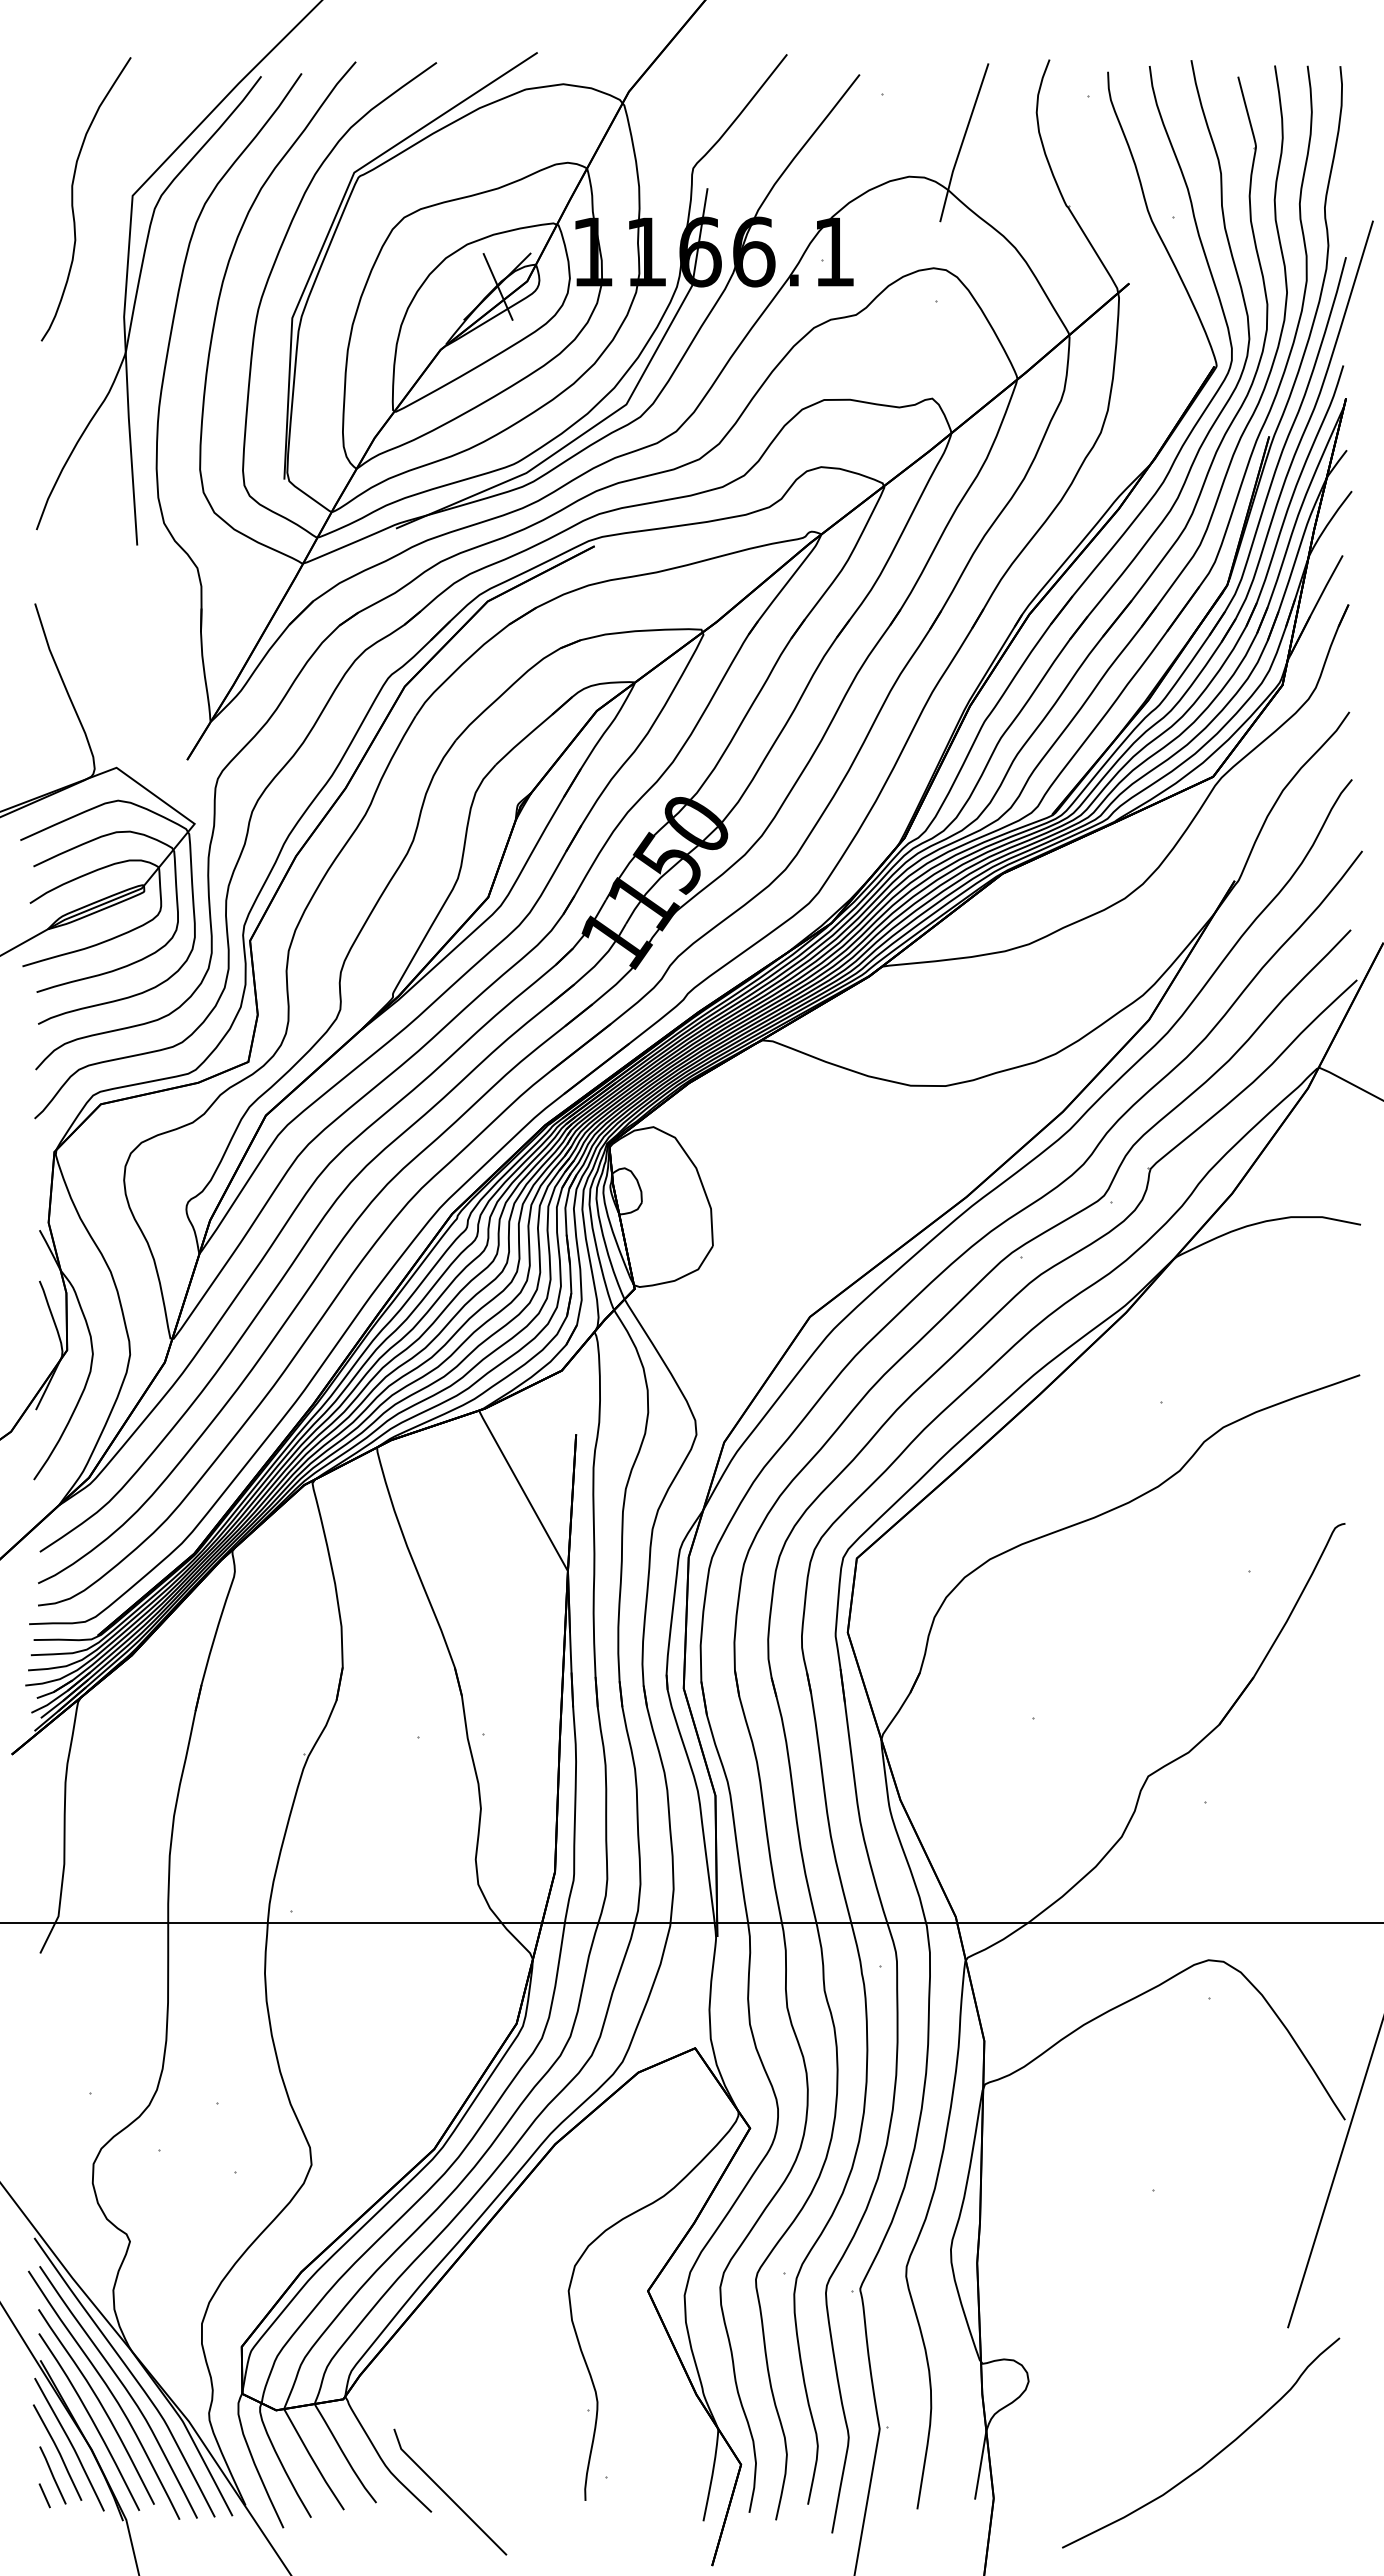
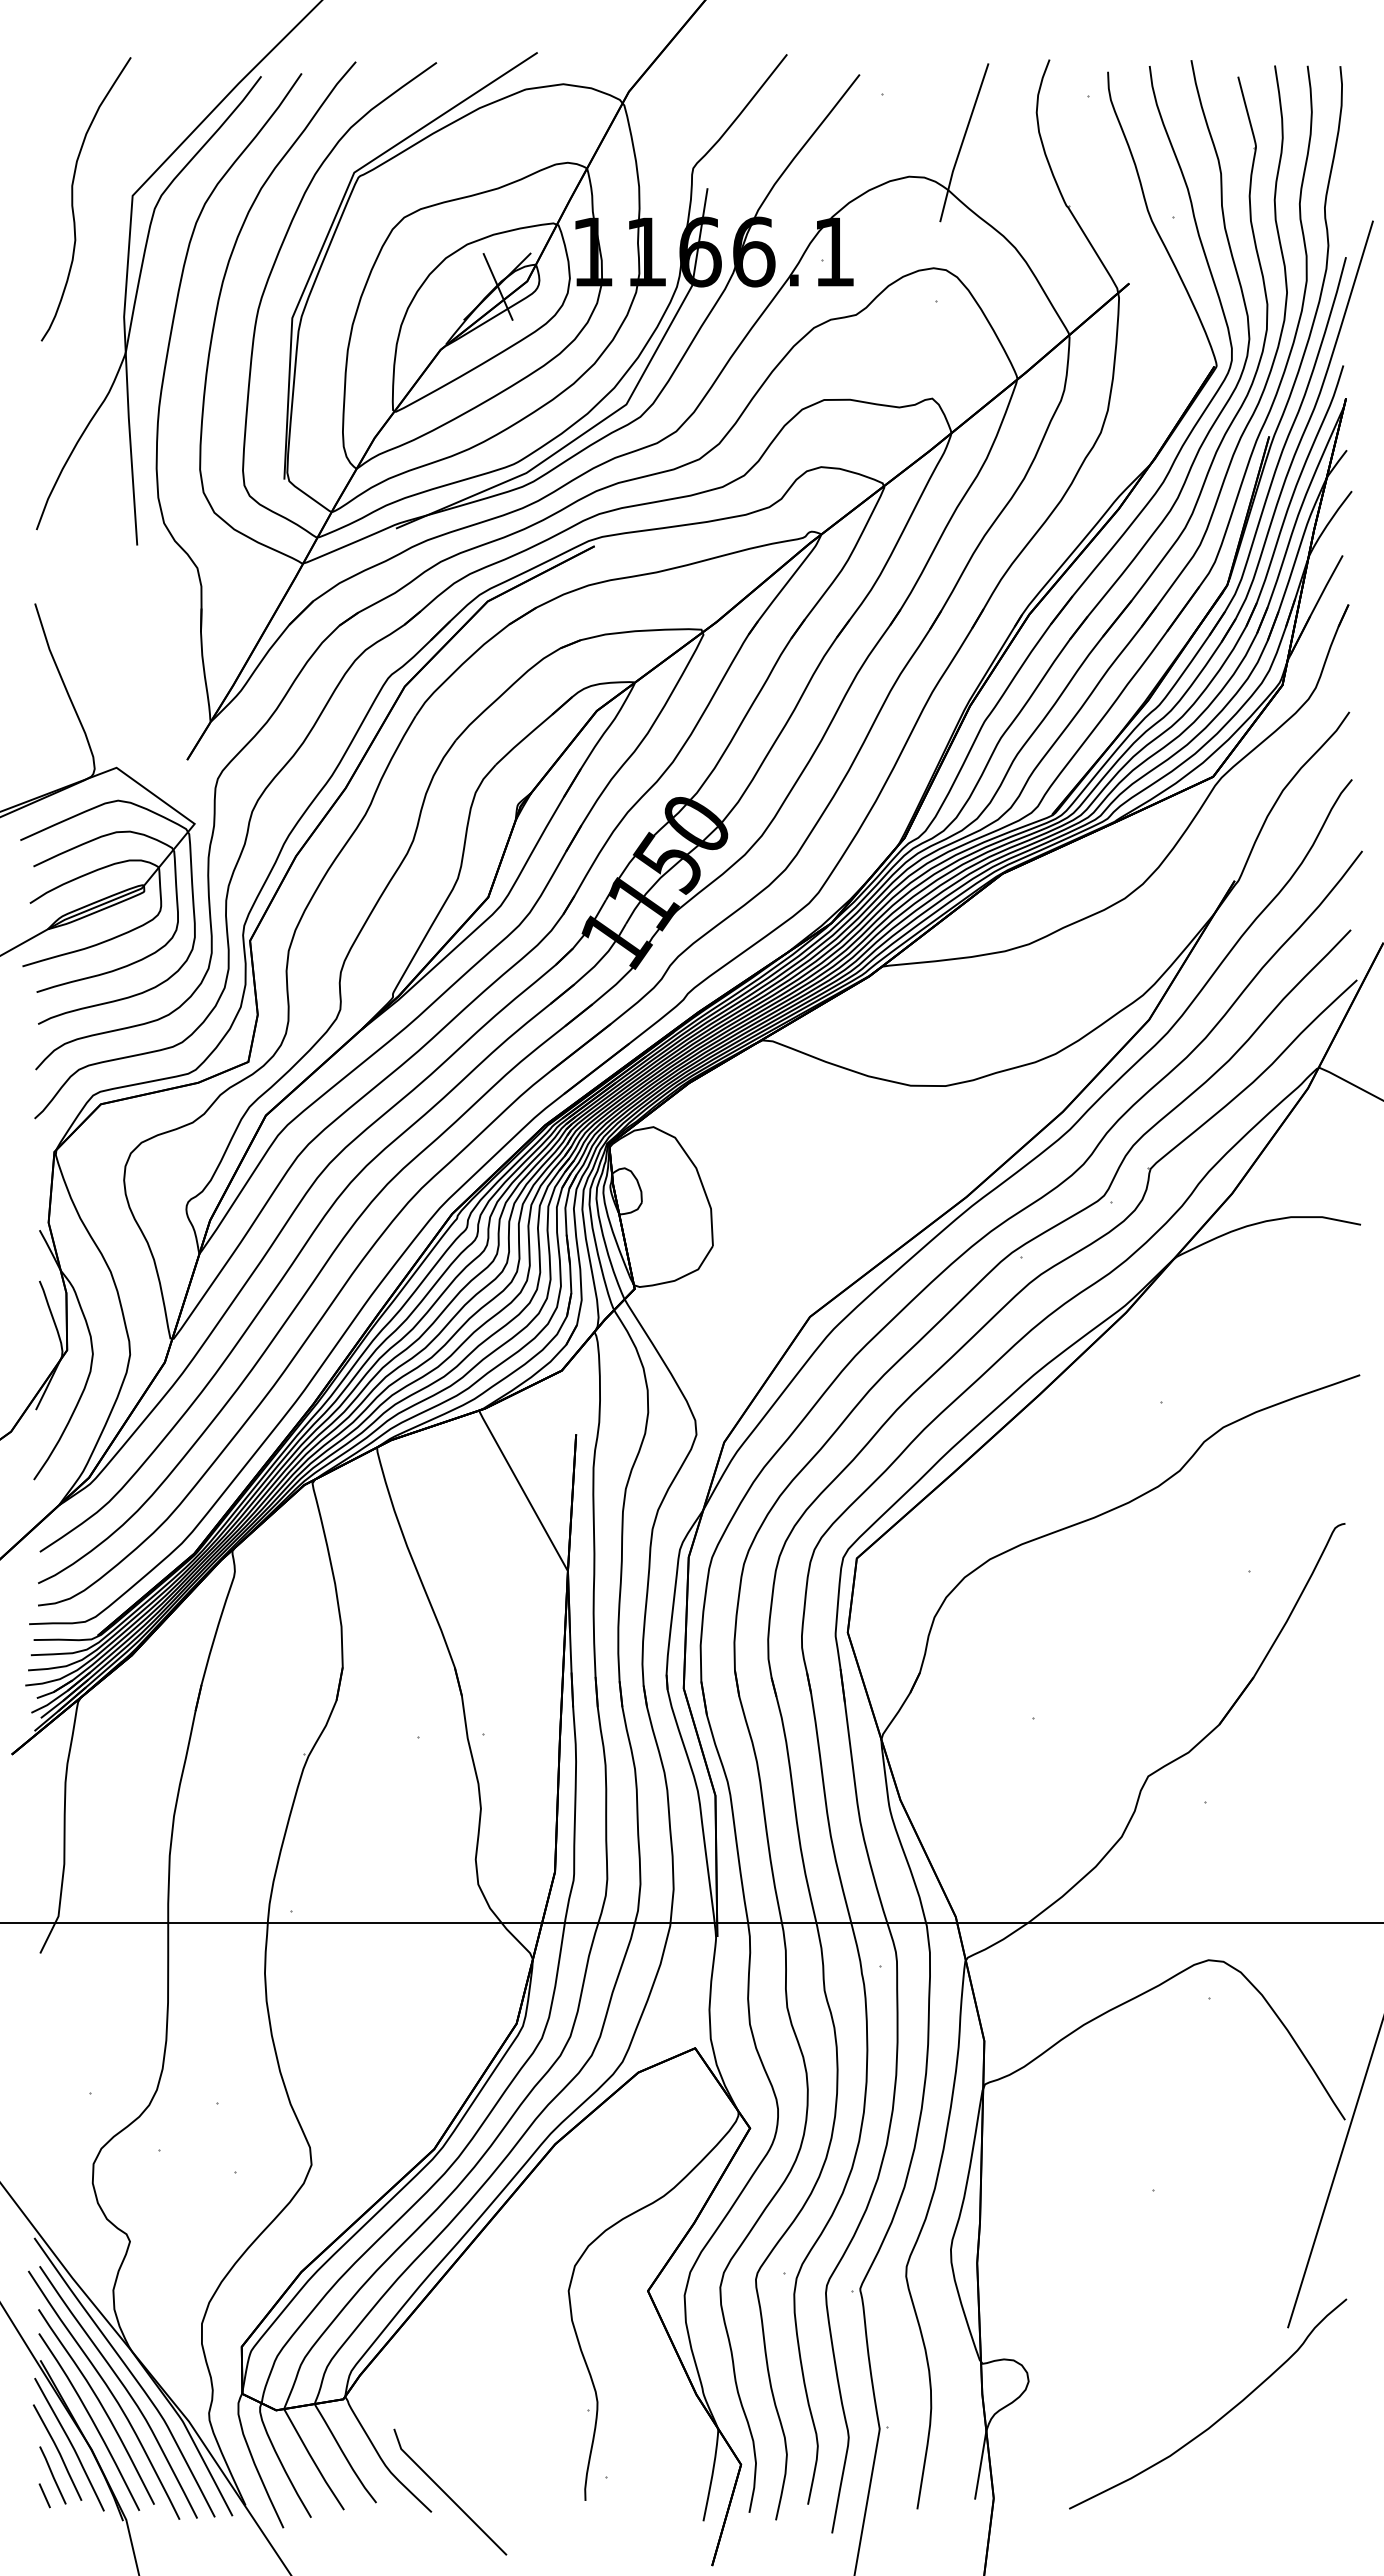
curve at (1214, 2455) position: (1214, 2455) -> (1221, 2416)
